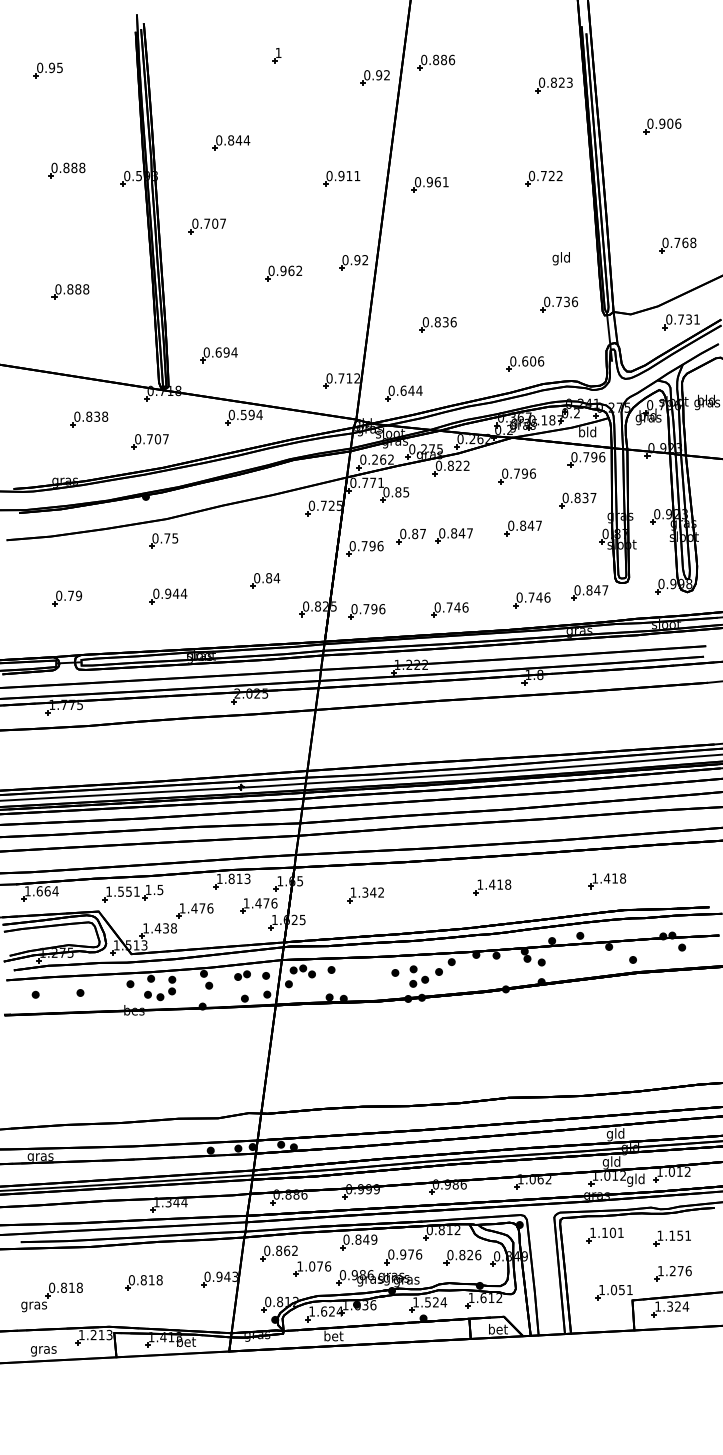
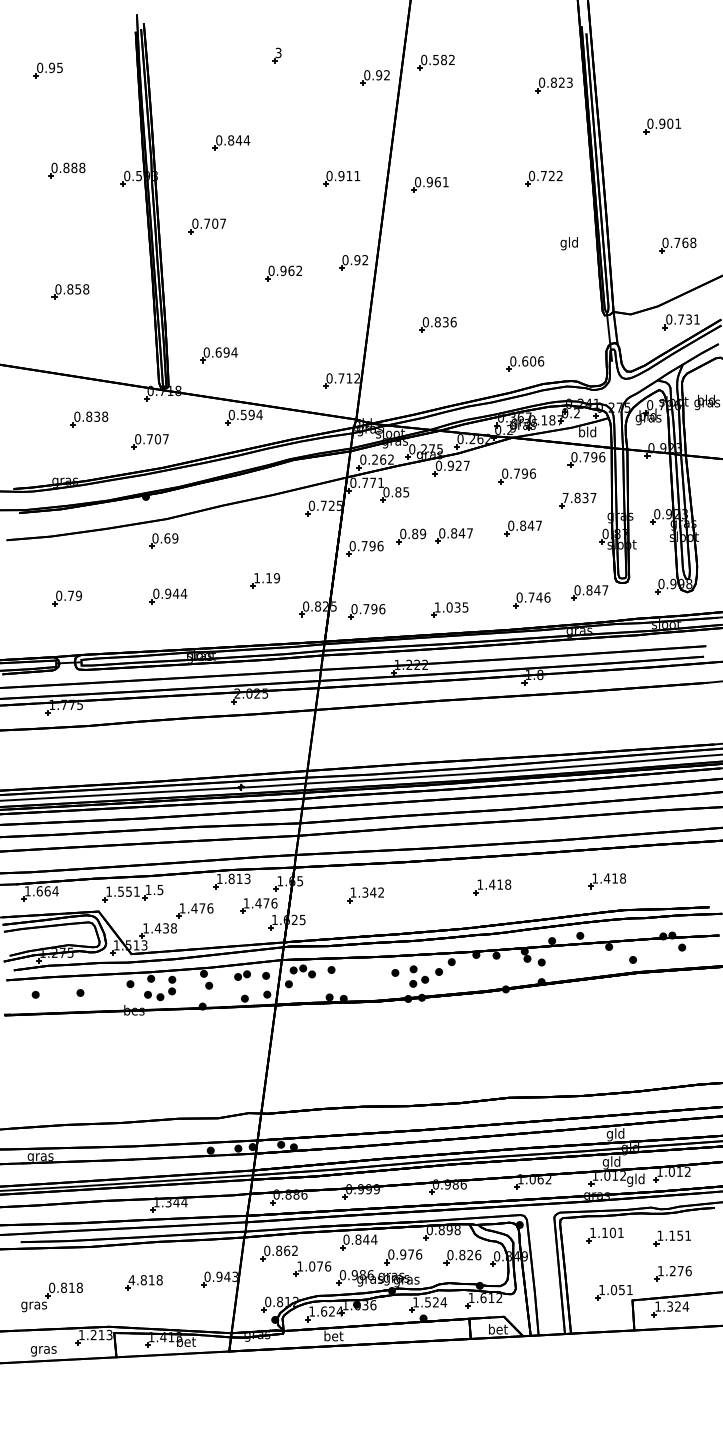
text at (278, 52): 1 -> 3
text at (444, 59): 0.886 -> 0.582
text at (678, 123): 0.906 -> 0.901
text at (560, 258) position: (560, 258) -> (568, 243)
text at (78, 289): 0.888 -> 0.858
part at (559, 304): present -> none
part at (403, 393): present -> none
text at (458, 465): 0.822 -> 0.927
text at (565, 497): 0.837 -> 7.837
text at (423, 533): 0.87 -> 0.89
text at (171, 538): 0.75 -> 0.69
text at (267, 578): 0.84 -> 1.19
text at (451, 607): 0.746 -> 1.035
text at (453, 1230): 0.812 -> 0.898
text at (374, 1239): 0.849 -> 0.844
text at (131, 1280): 0.818 -> 4.818
